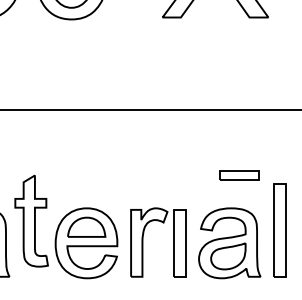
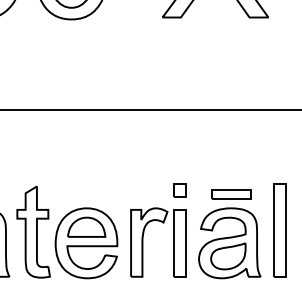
part at (239, 175) position: (239, 175) -> (231, 194)
part at (179, 190): none -> present
part at (31, 220) position: (31, 220) -> (33, 231)
